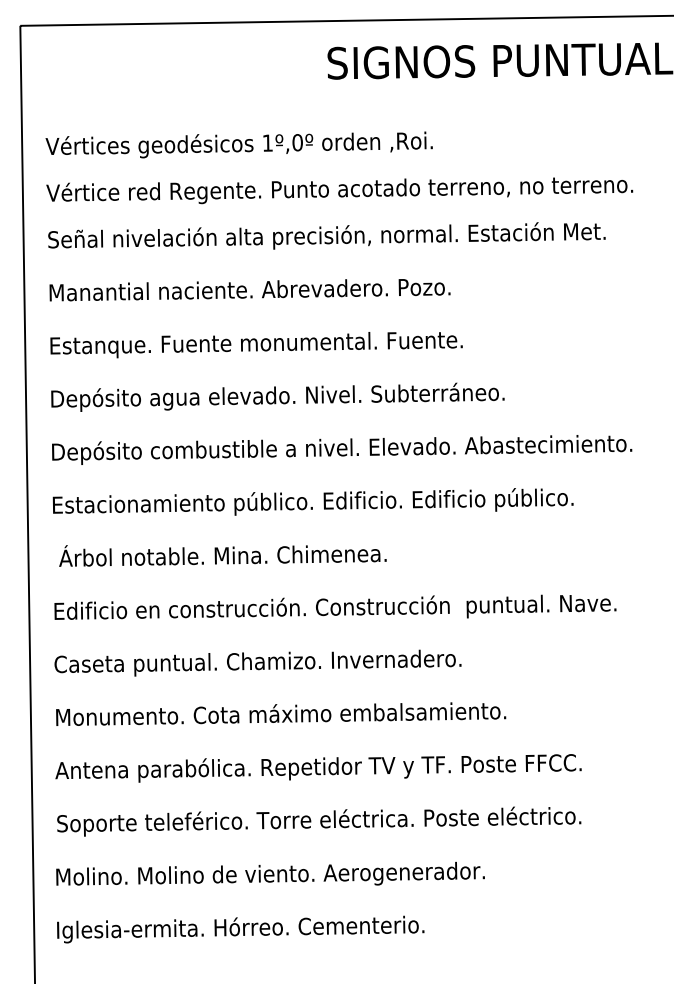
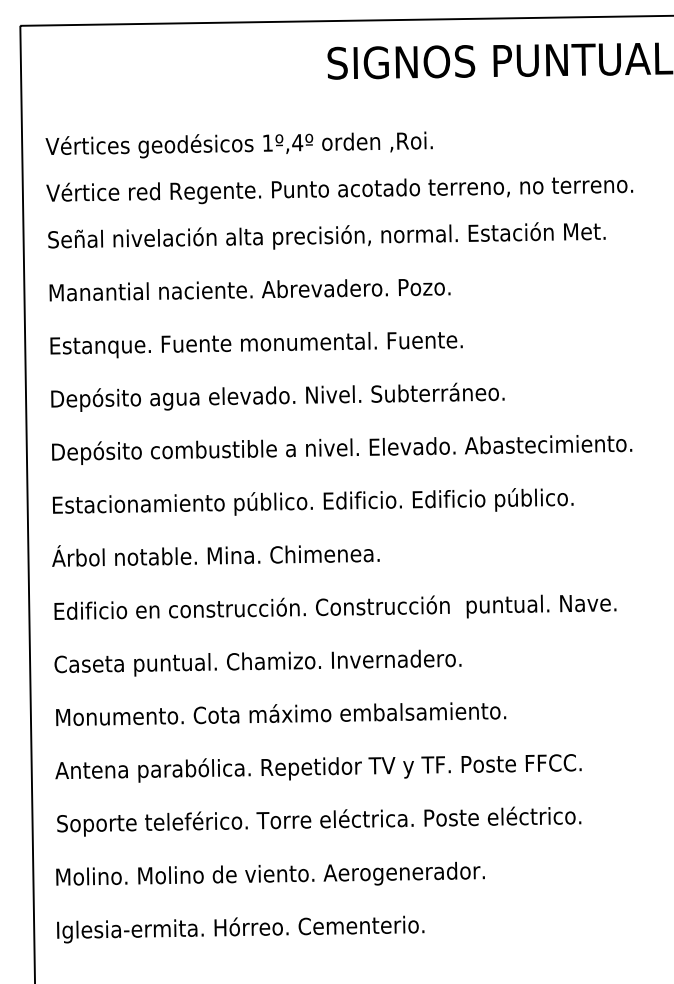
text at (297, 142): 1º,0º -> 1º,4º
text at (222, 555) position: (222, 555) -> (215, 555)
